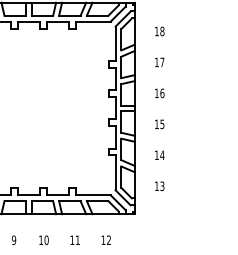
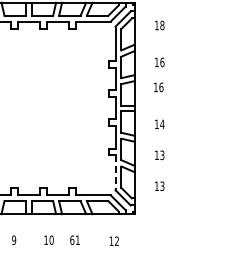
text at (159, 31) position: (159, 31) -> (159, 25)
text at (162, 62): 17 -> 16
text at (159, 93) position: (159, 93) -> (158, 87)
text at (162, 124): 15 -> 14
text at (162, 155): 14 -> 13
line at (115, 173): solid -> dashed
text at (43, 239) position: (43, 239) -> (48, 239)
text at (72, 239): 11 -> 61
text at (105, 239) position: (105, 239) -> (113, 240)
